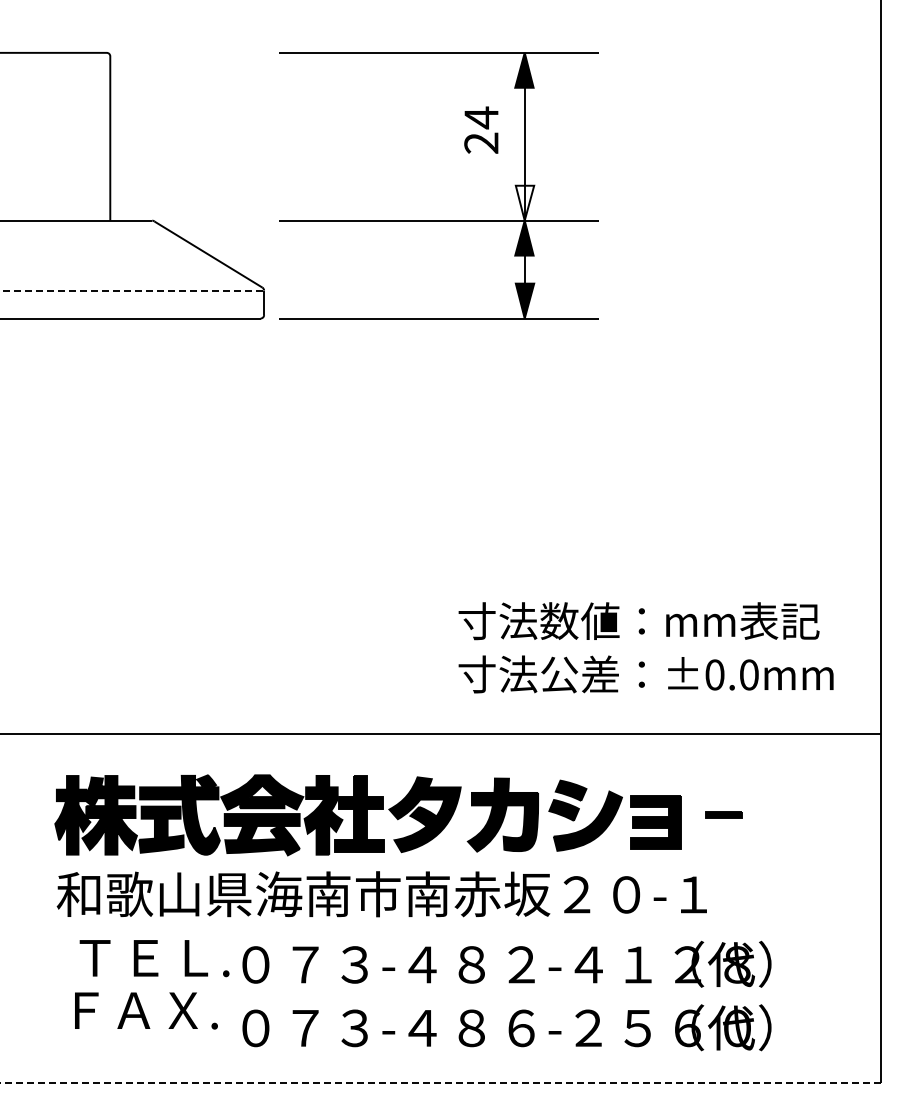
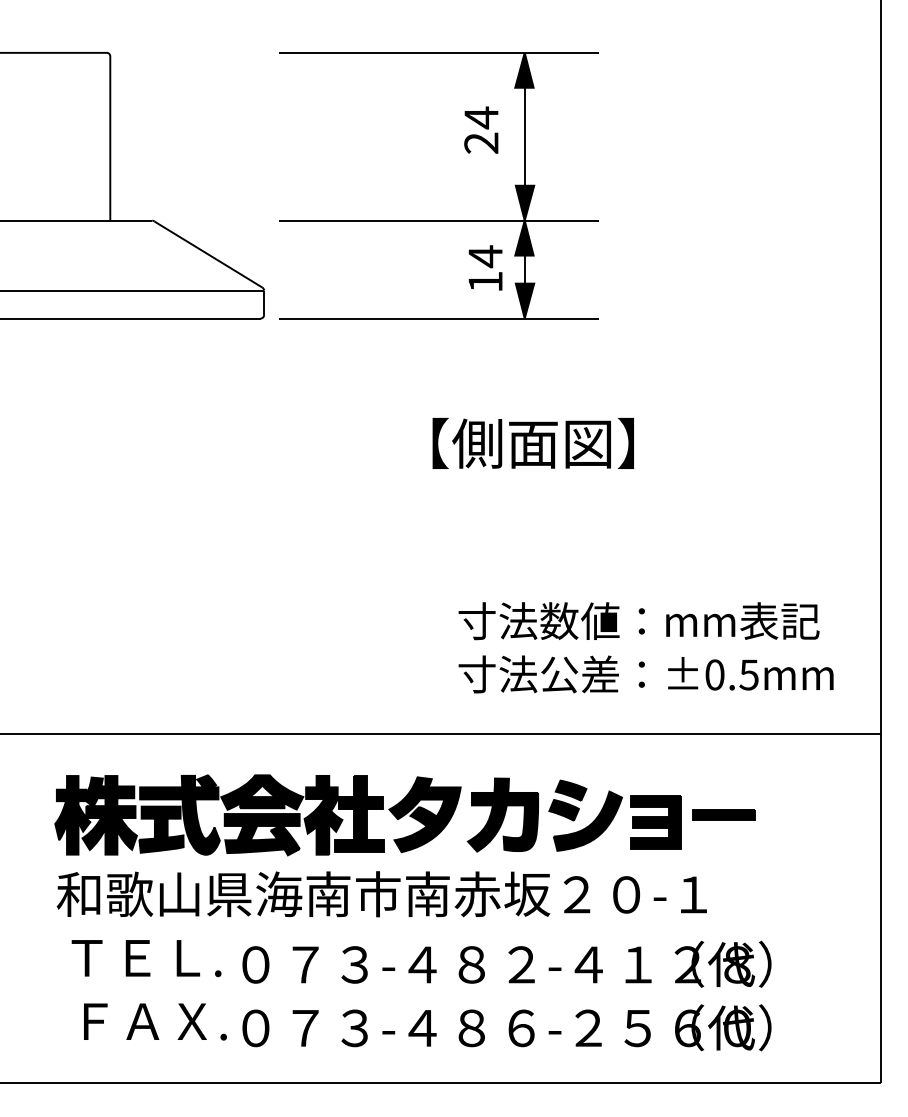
fill at (524, 202): none -> present
part at (485, 267): none -> present
line at (132, 290): dashed -> solid
part at (532, 443): none -> present
text at (748, 674): ±0.0mm -> ±0.5mm
part at (723, 814) size: 38x8 px -> 64x12 px
text at (154, 958) position: (154, 958) -> (146, 958)
text at (146, 1010) position: (146, 1010) -> (155, 1021)
line at (440, 1083): dashed -> solid
